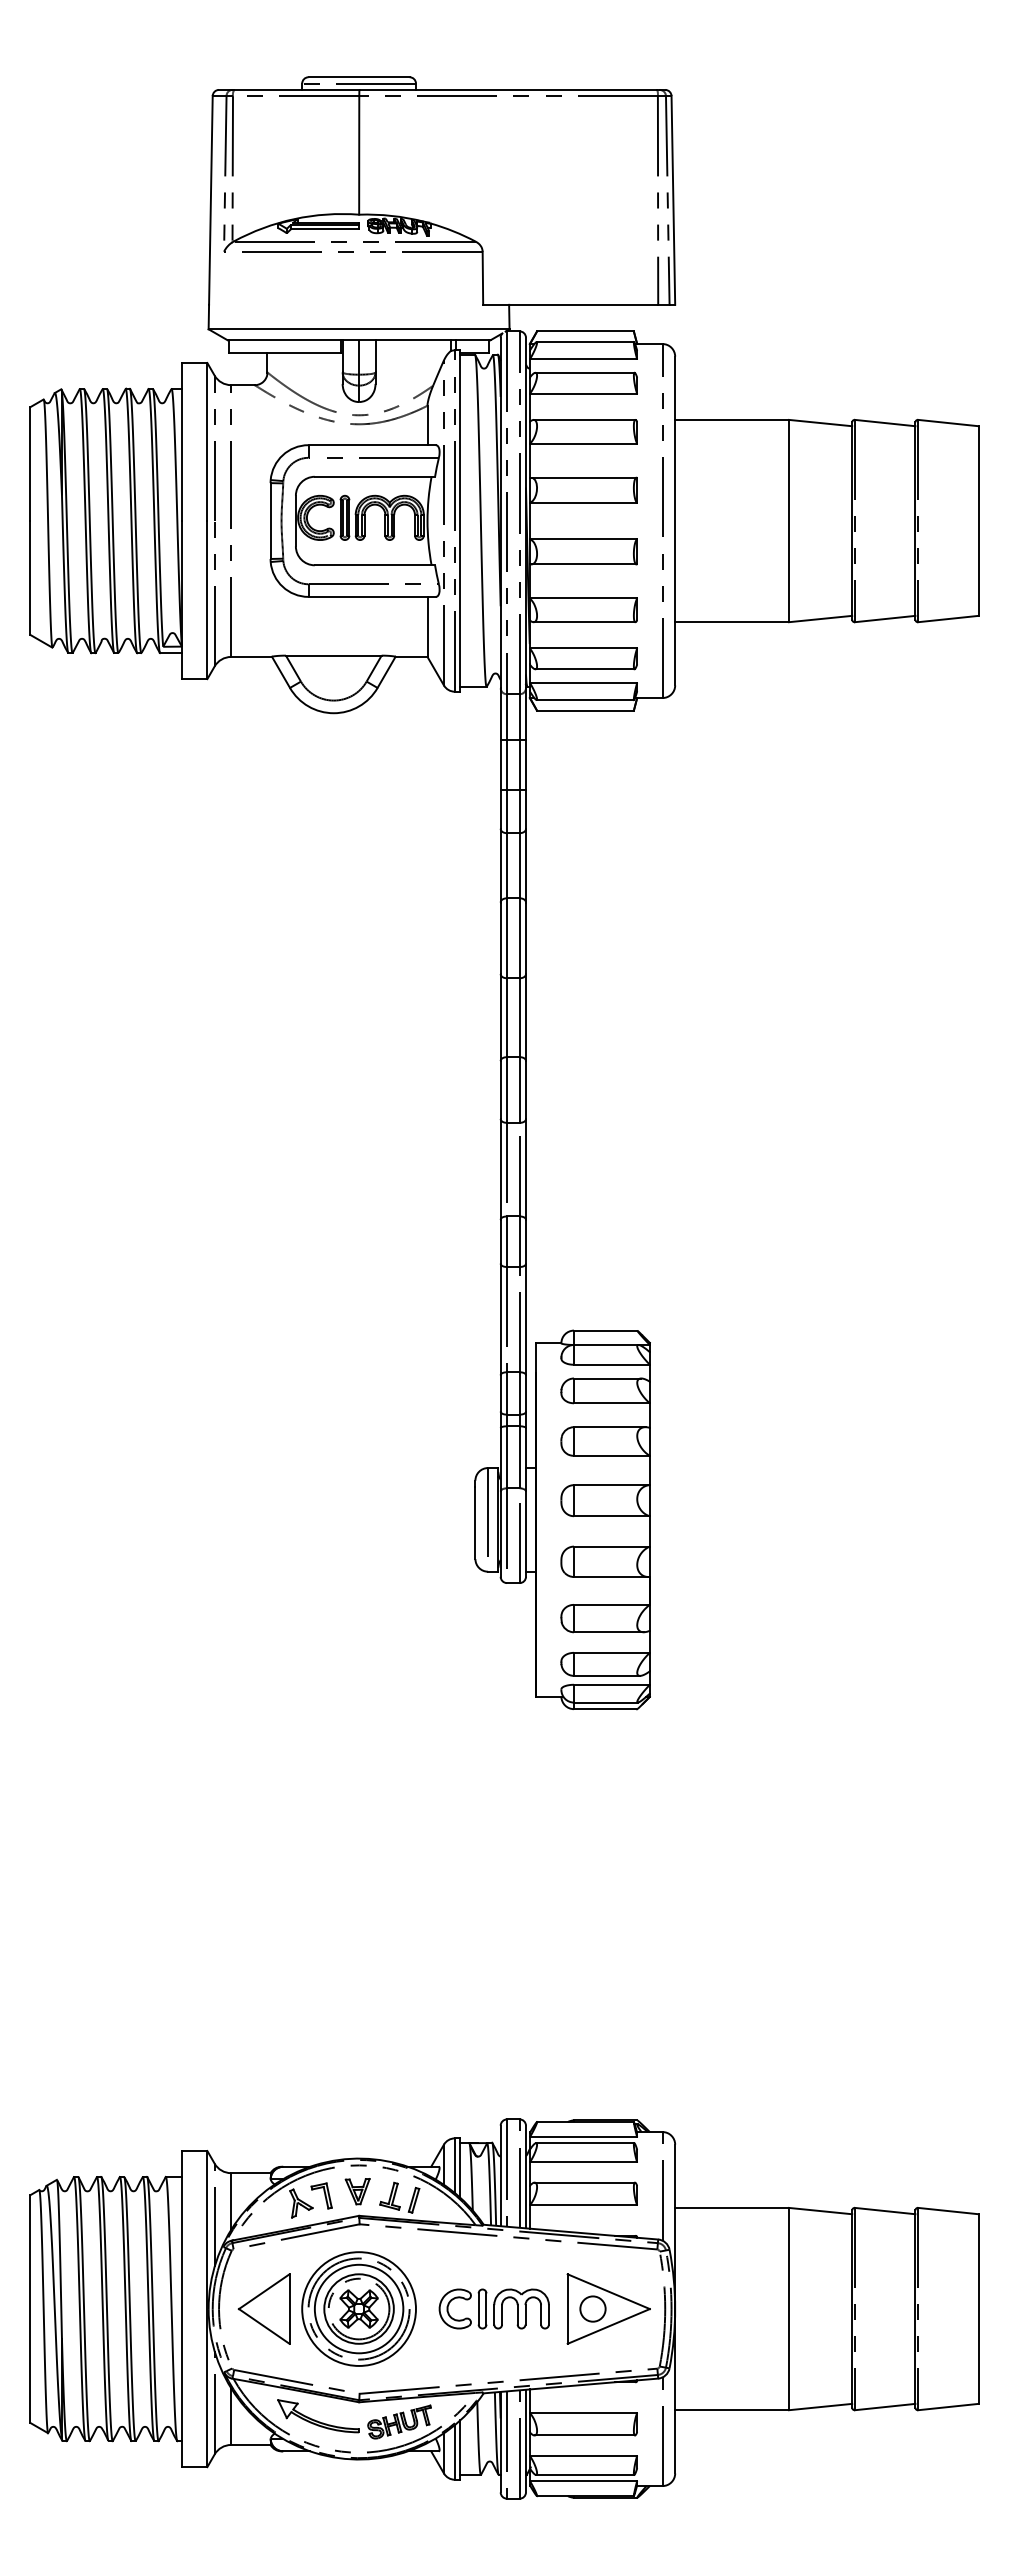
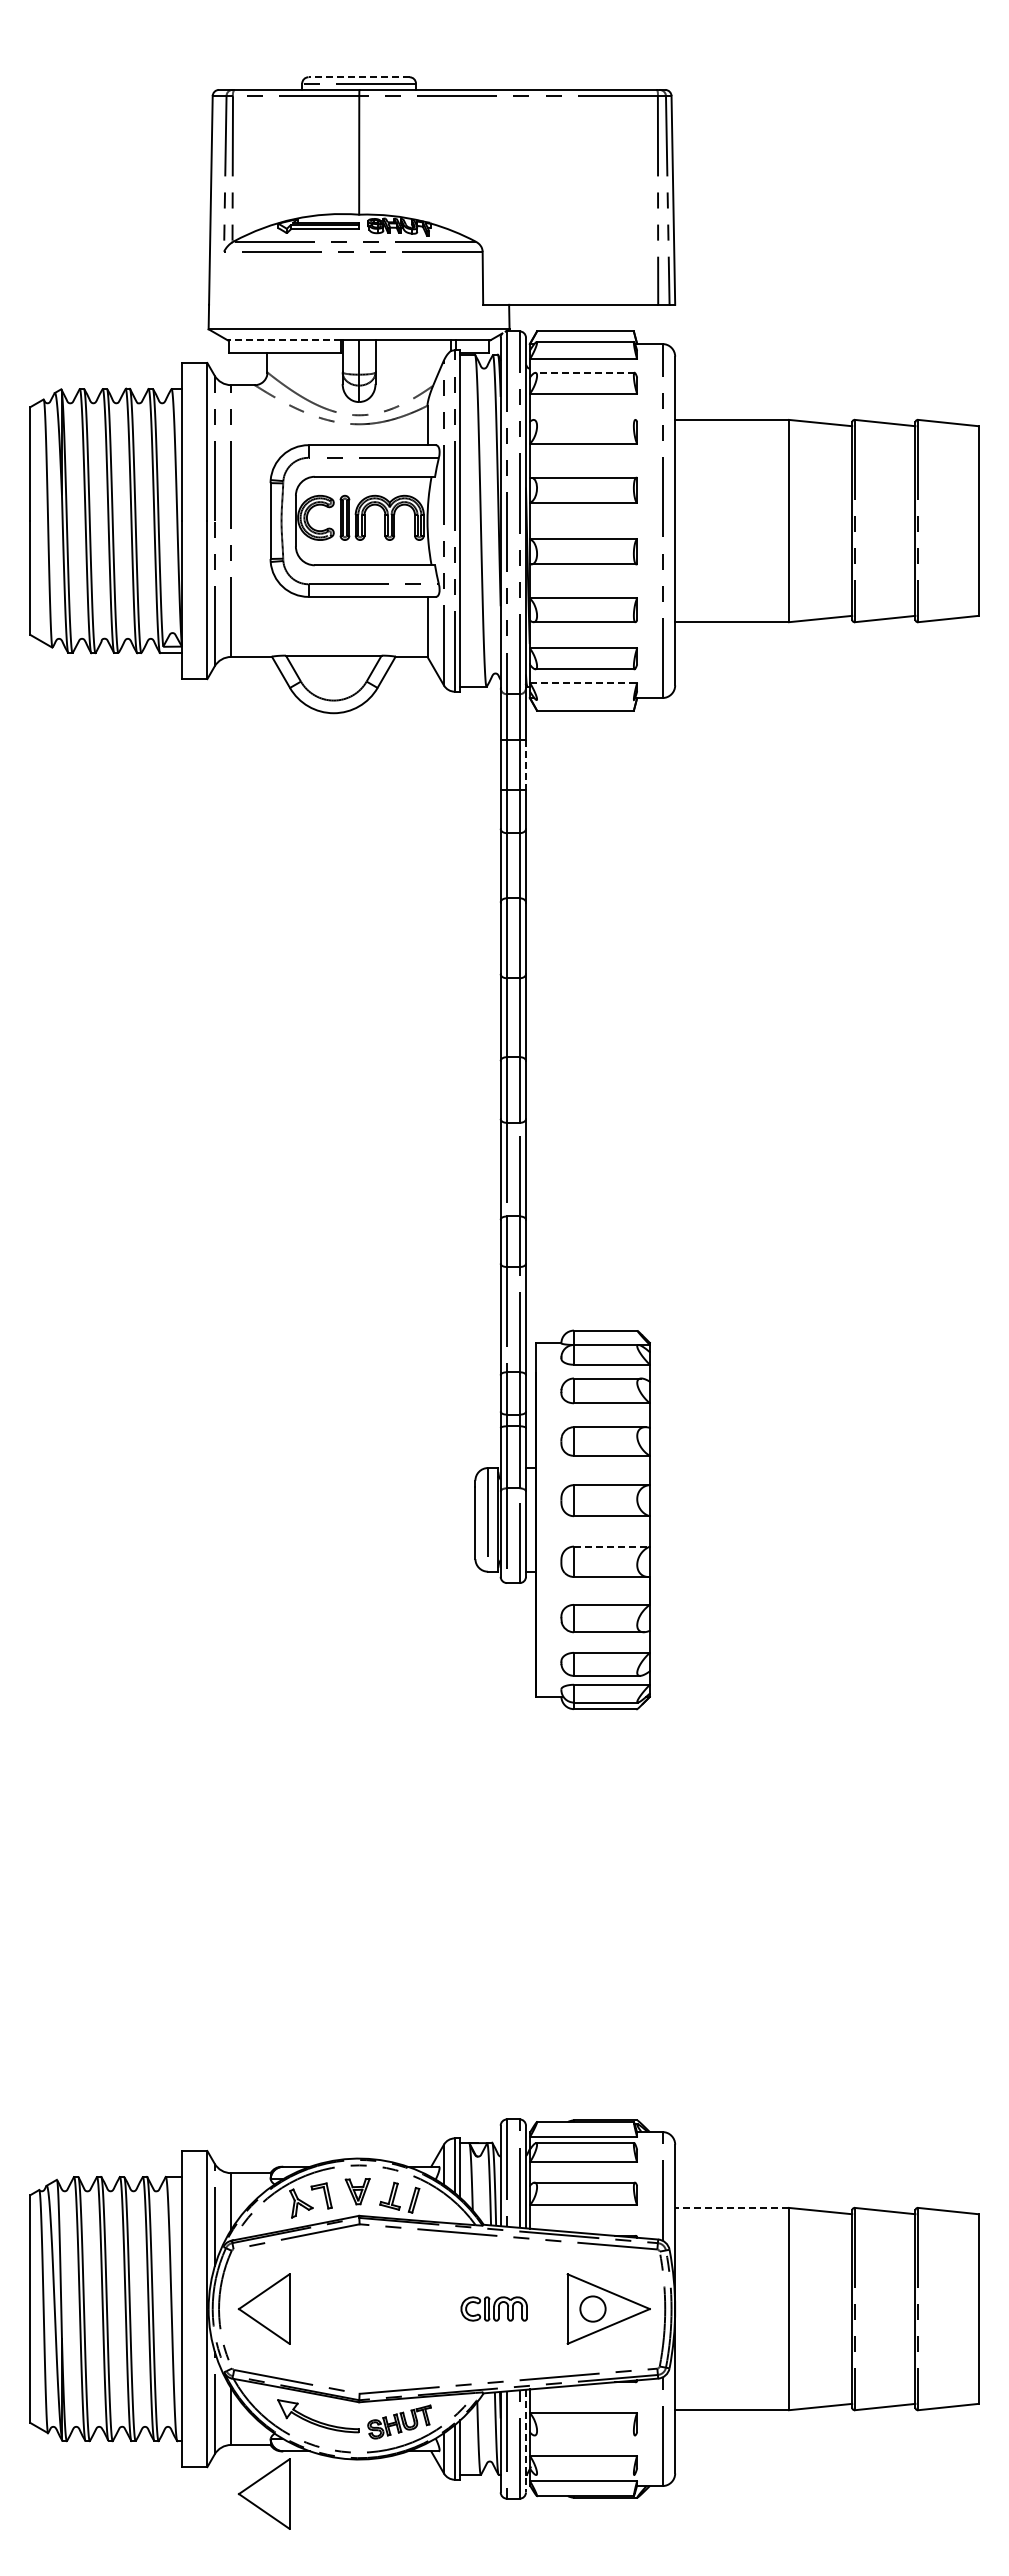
line at (359, 77): solid -> dashed
line at (284, 340): solid -> dashed
line at (585, 372): solid -> dashed
line at (584, 419): present -> none
line at (583, 682): solid -> dashed
line at (585, 700): present -> none
line at (525, 765): solid -> dashed
line at (611, 1546): solid -> dashed
line at (732, 2207): solid -> dashed
part at (358, 2308): present -> none
part at (493, 2308) size: 112x42 px -> 68x26 px
line at (584, 2435): present -> none
line at (525, 2441): solid -> dashed
line at (585, 2475): present -> none
part at (263, 2493): none -> present
